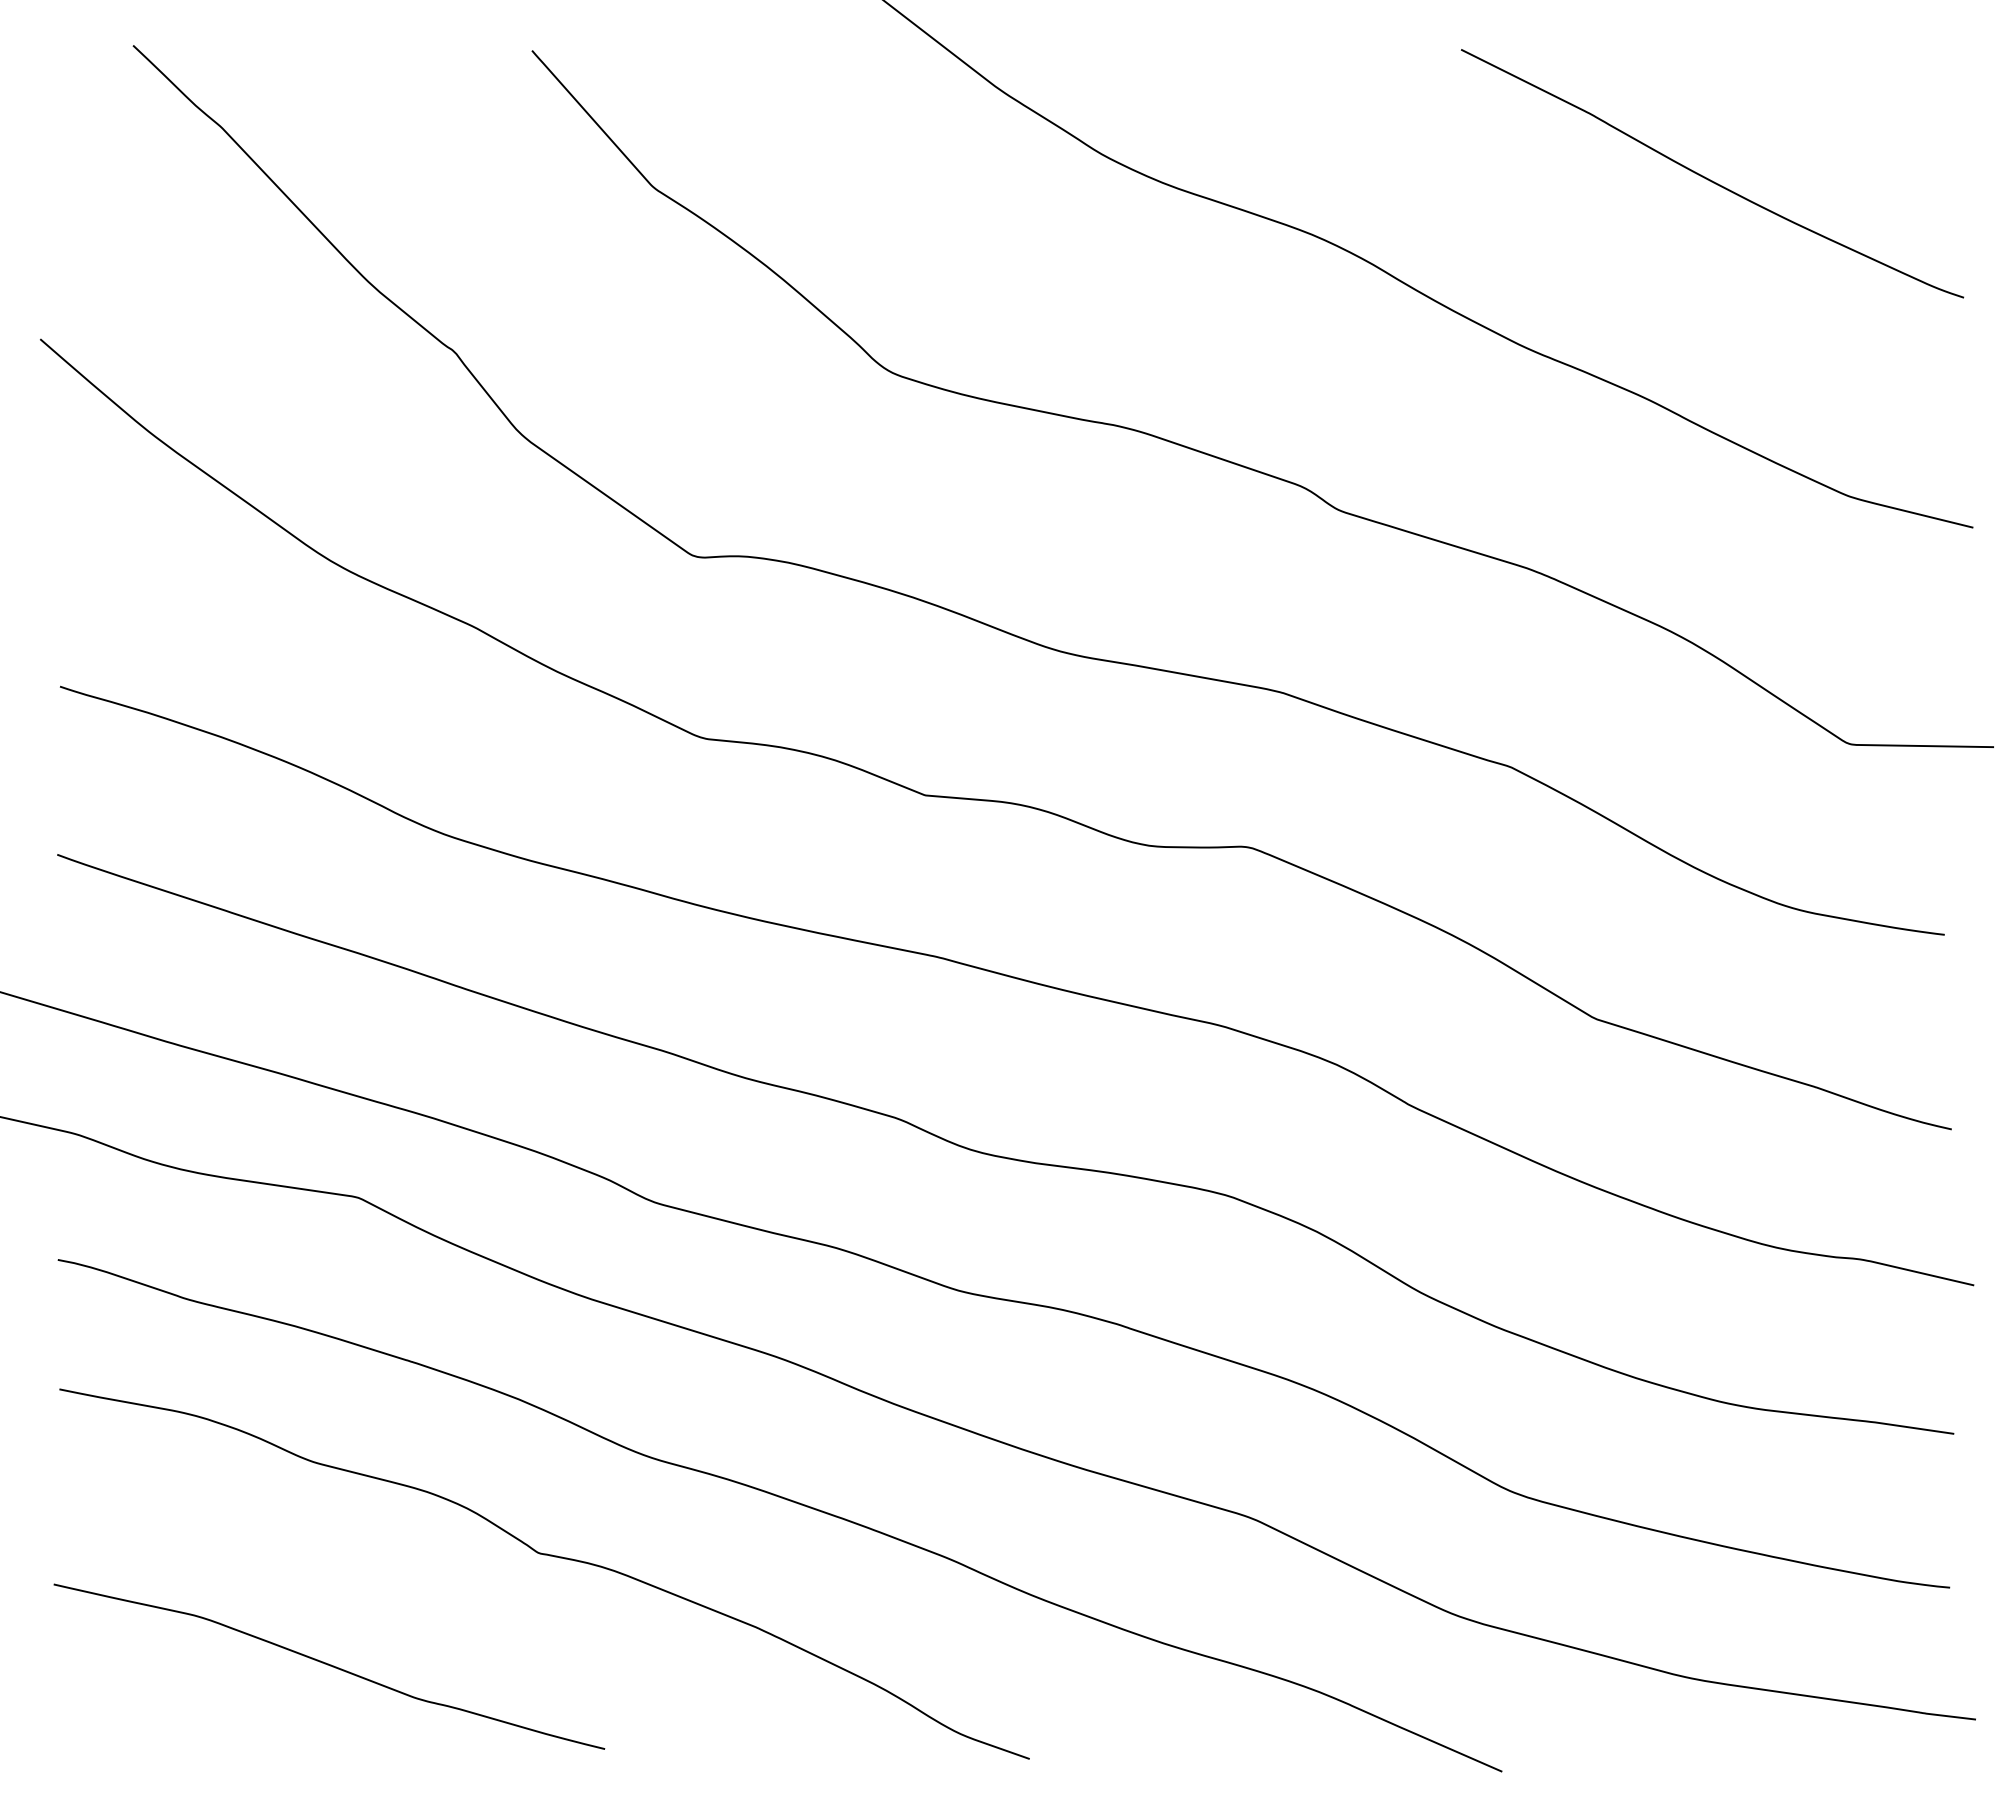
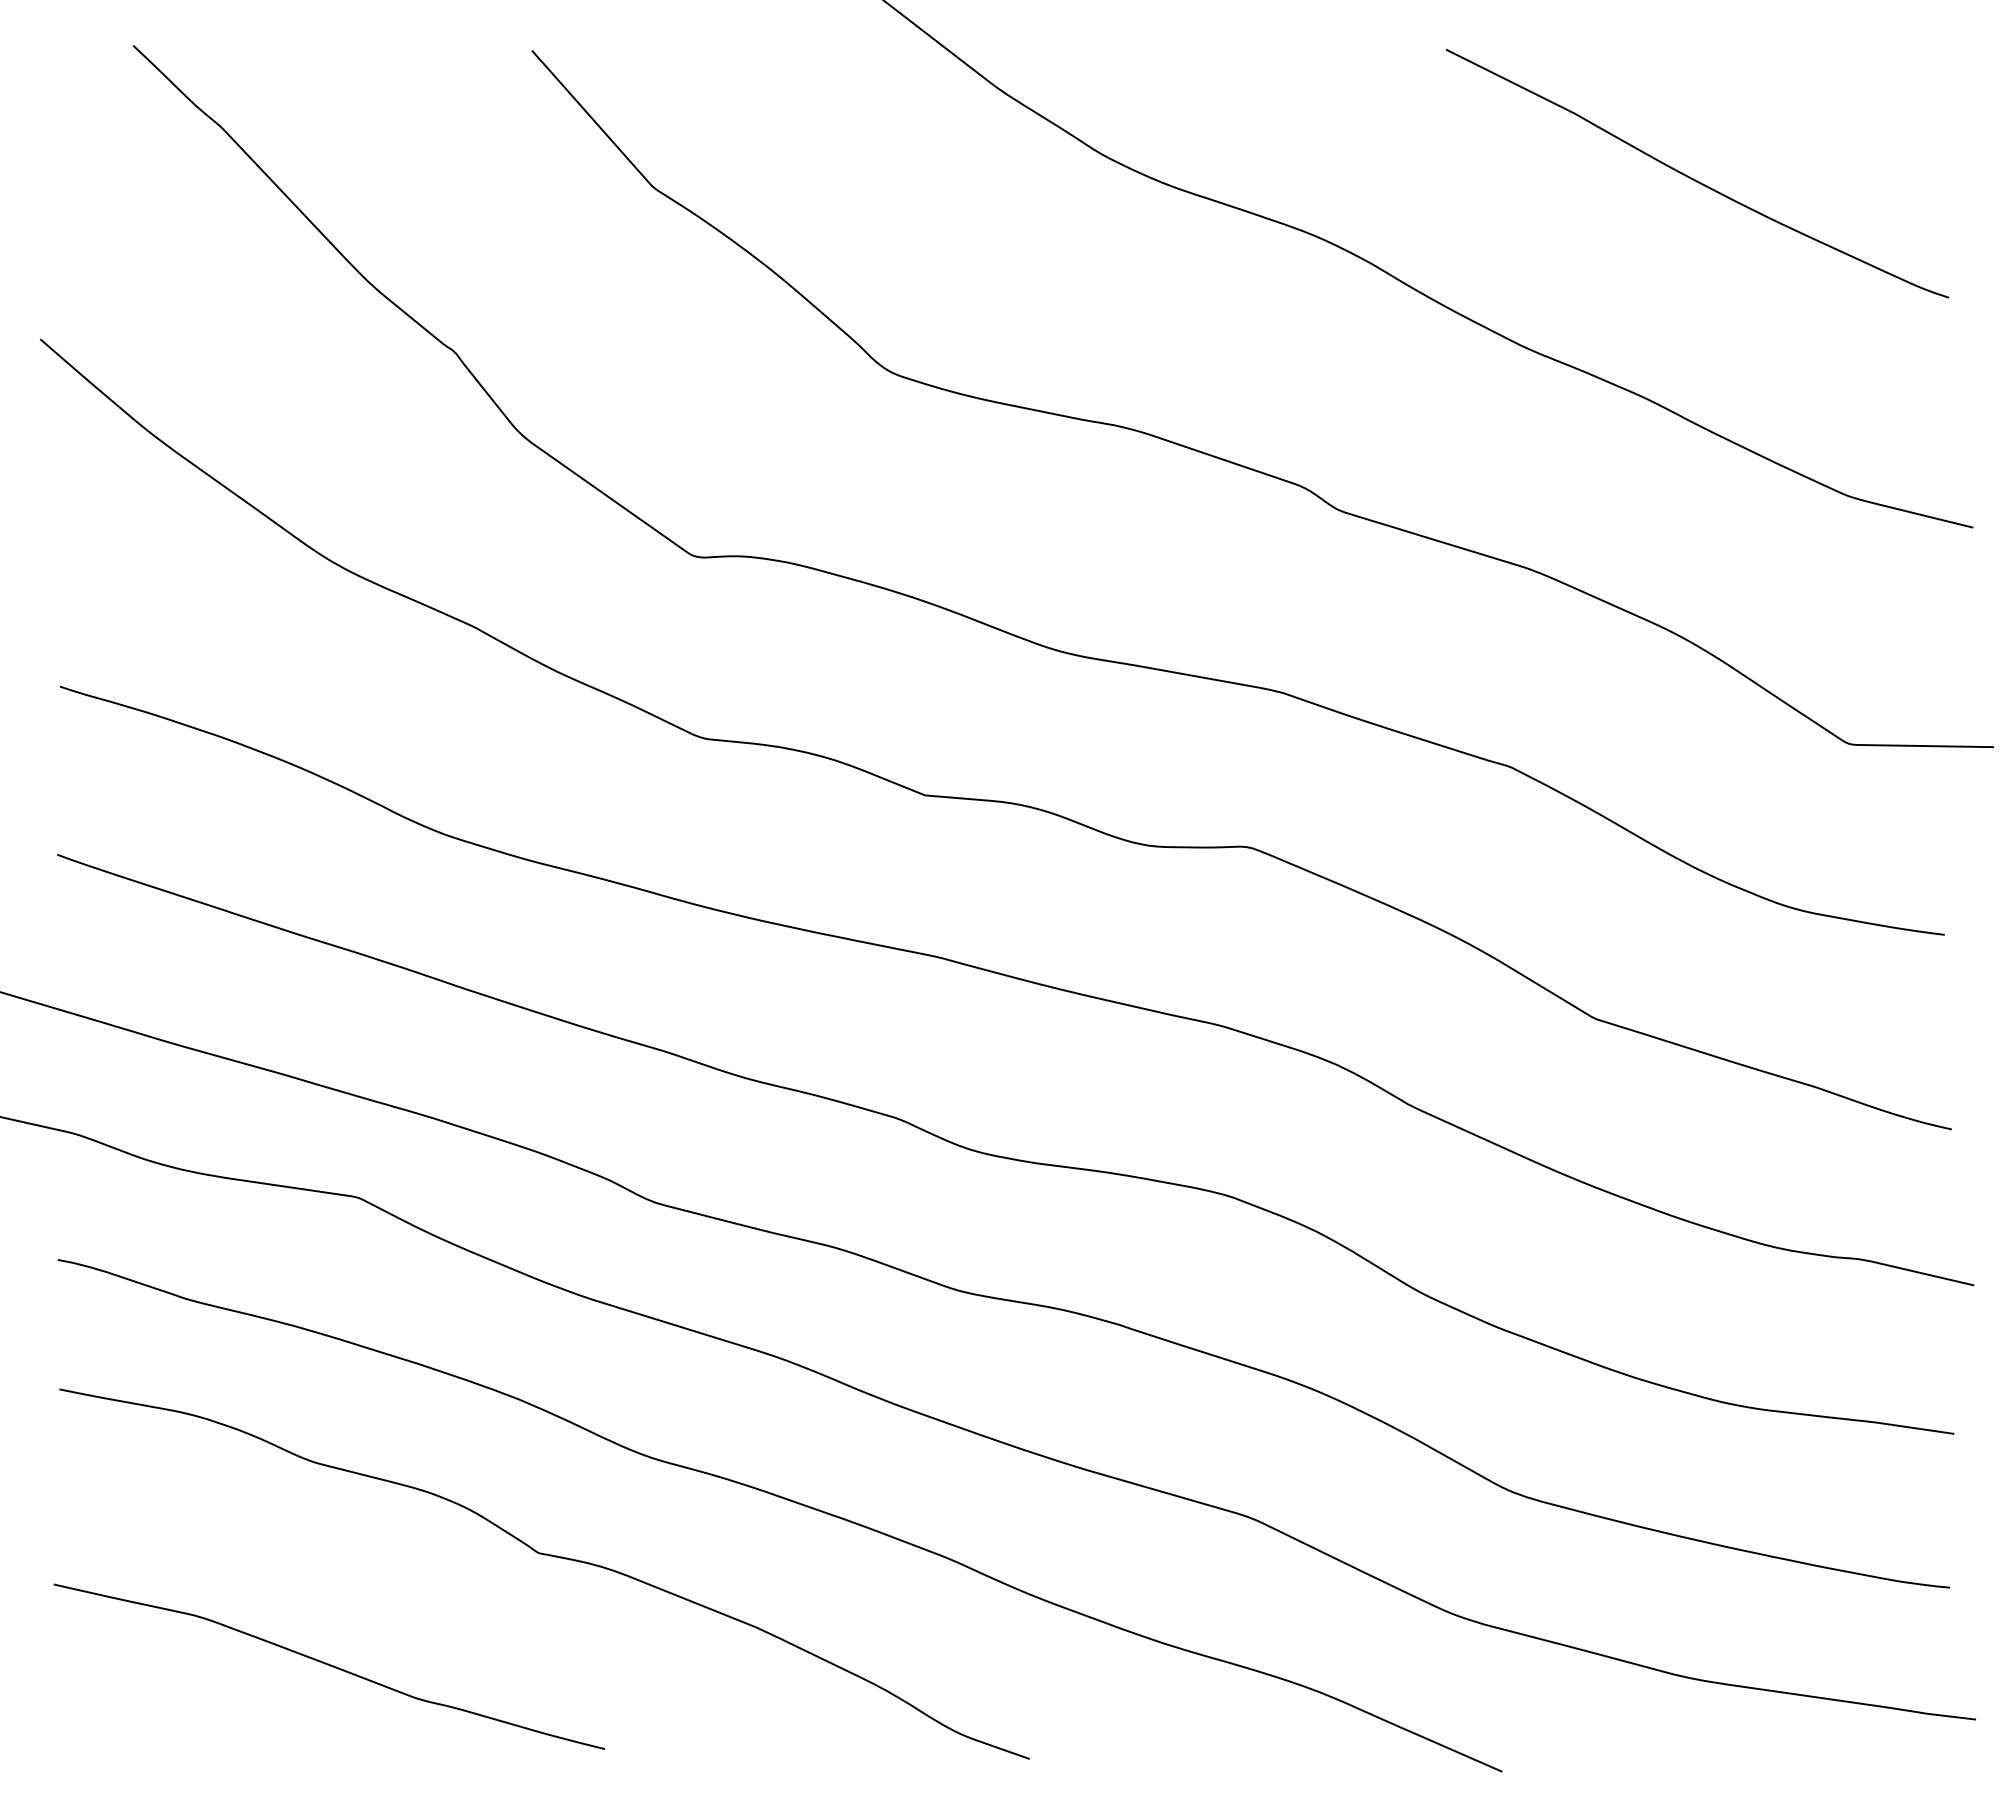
curve at (1710, 179) position: (1710, 179) -> (1695, 179)
